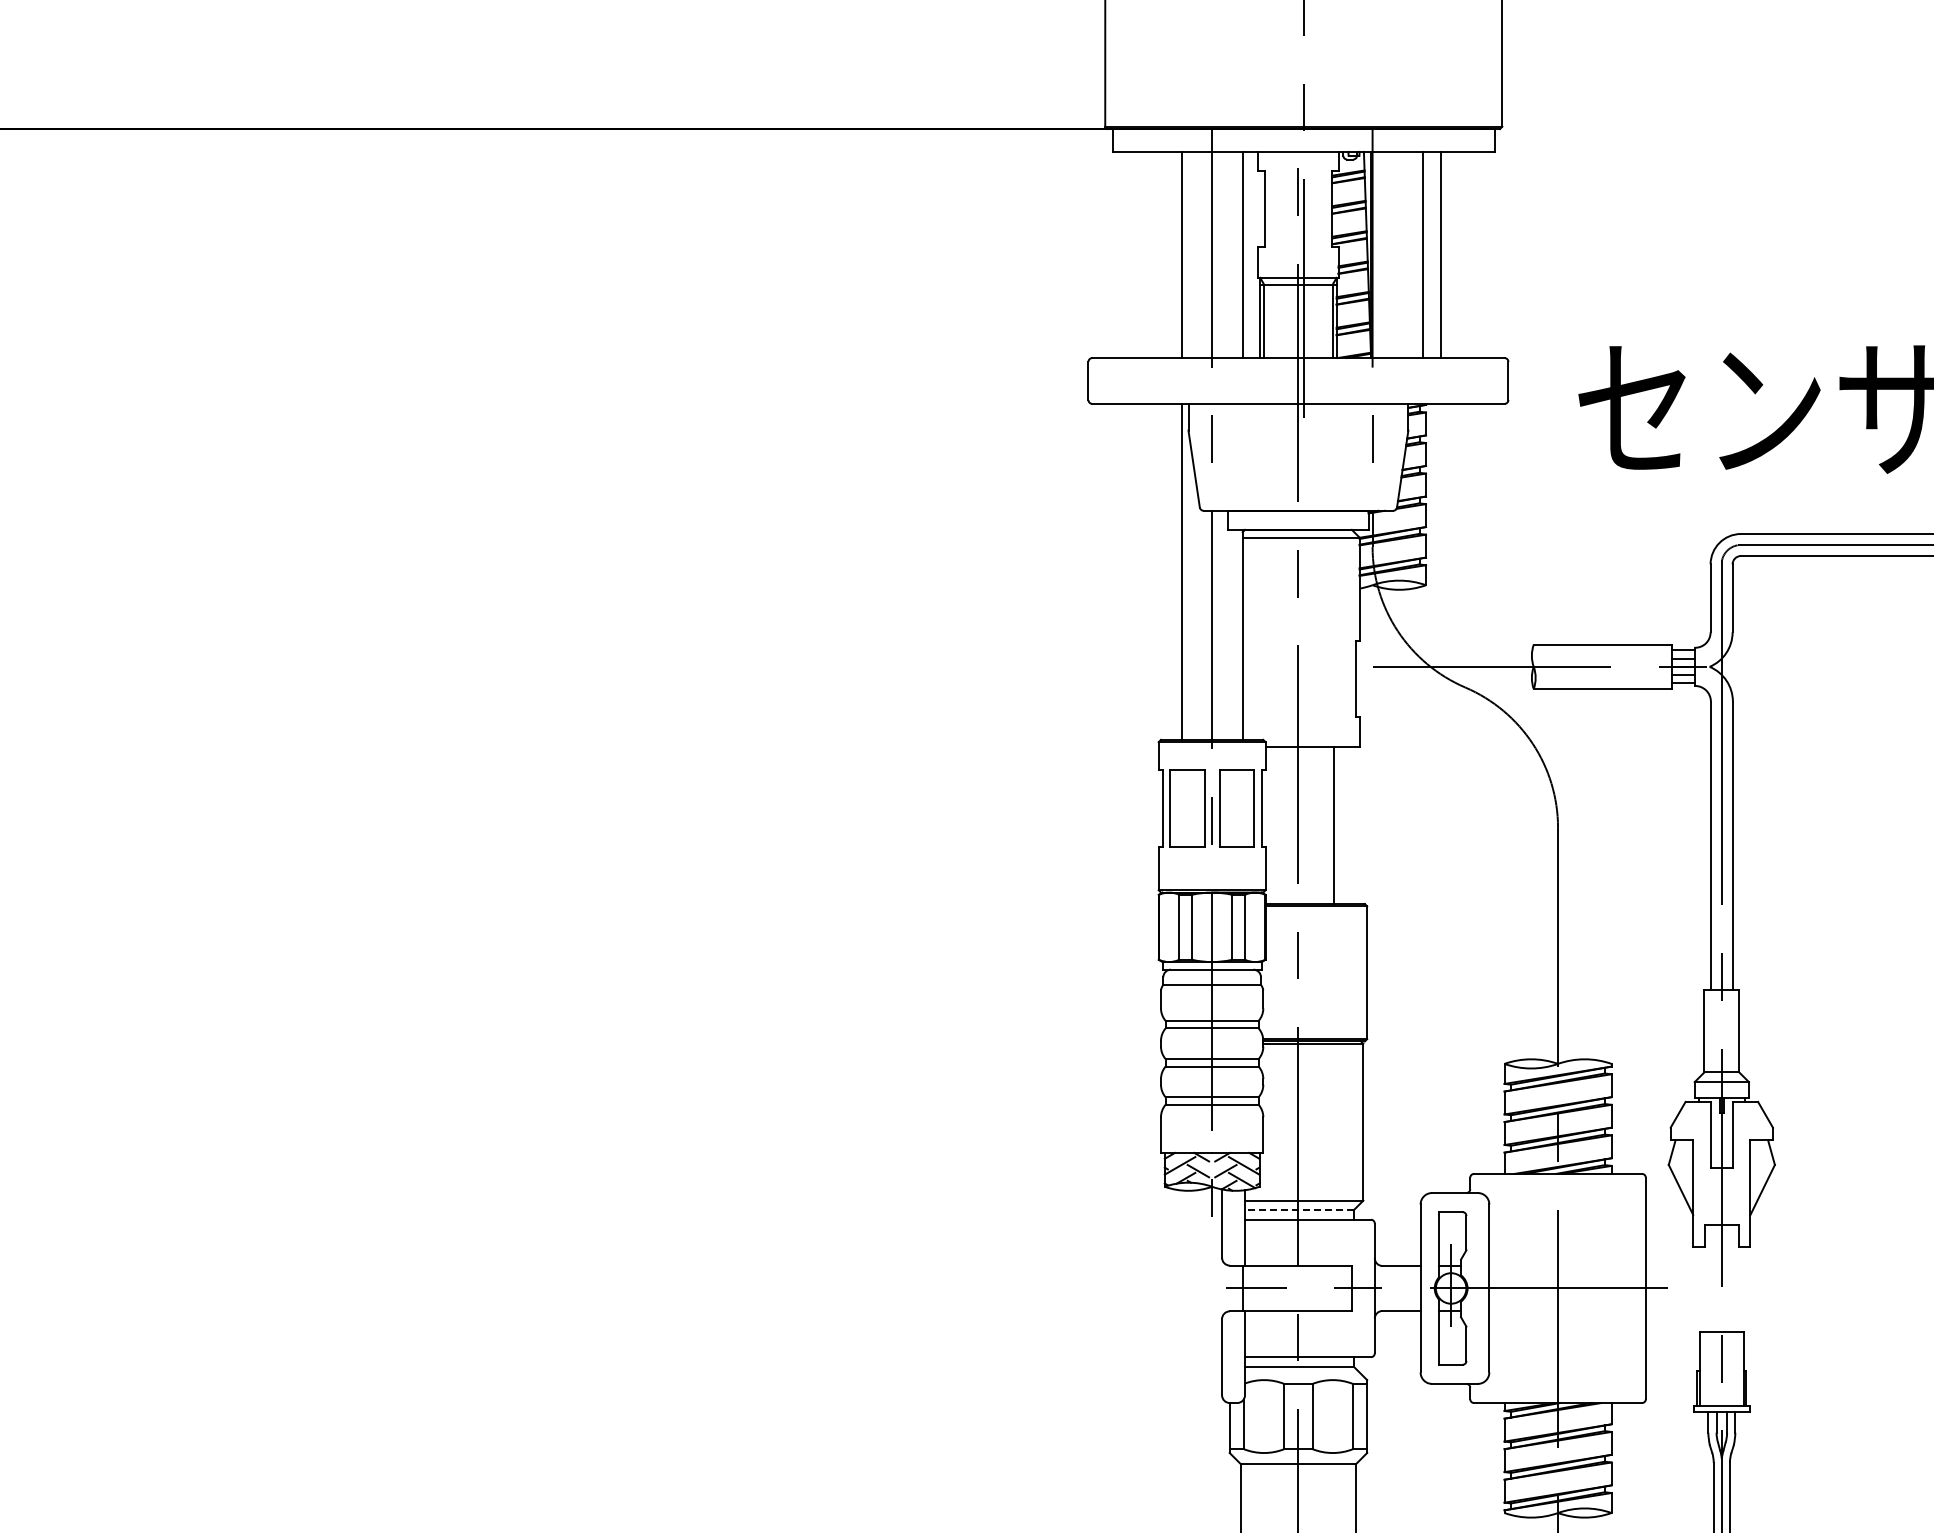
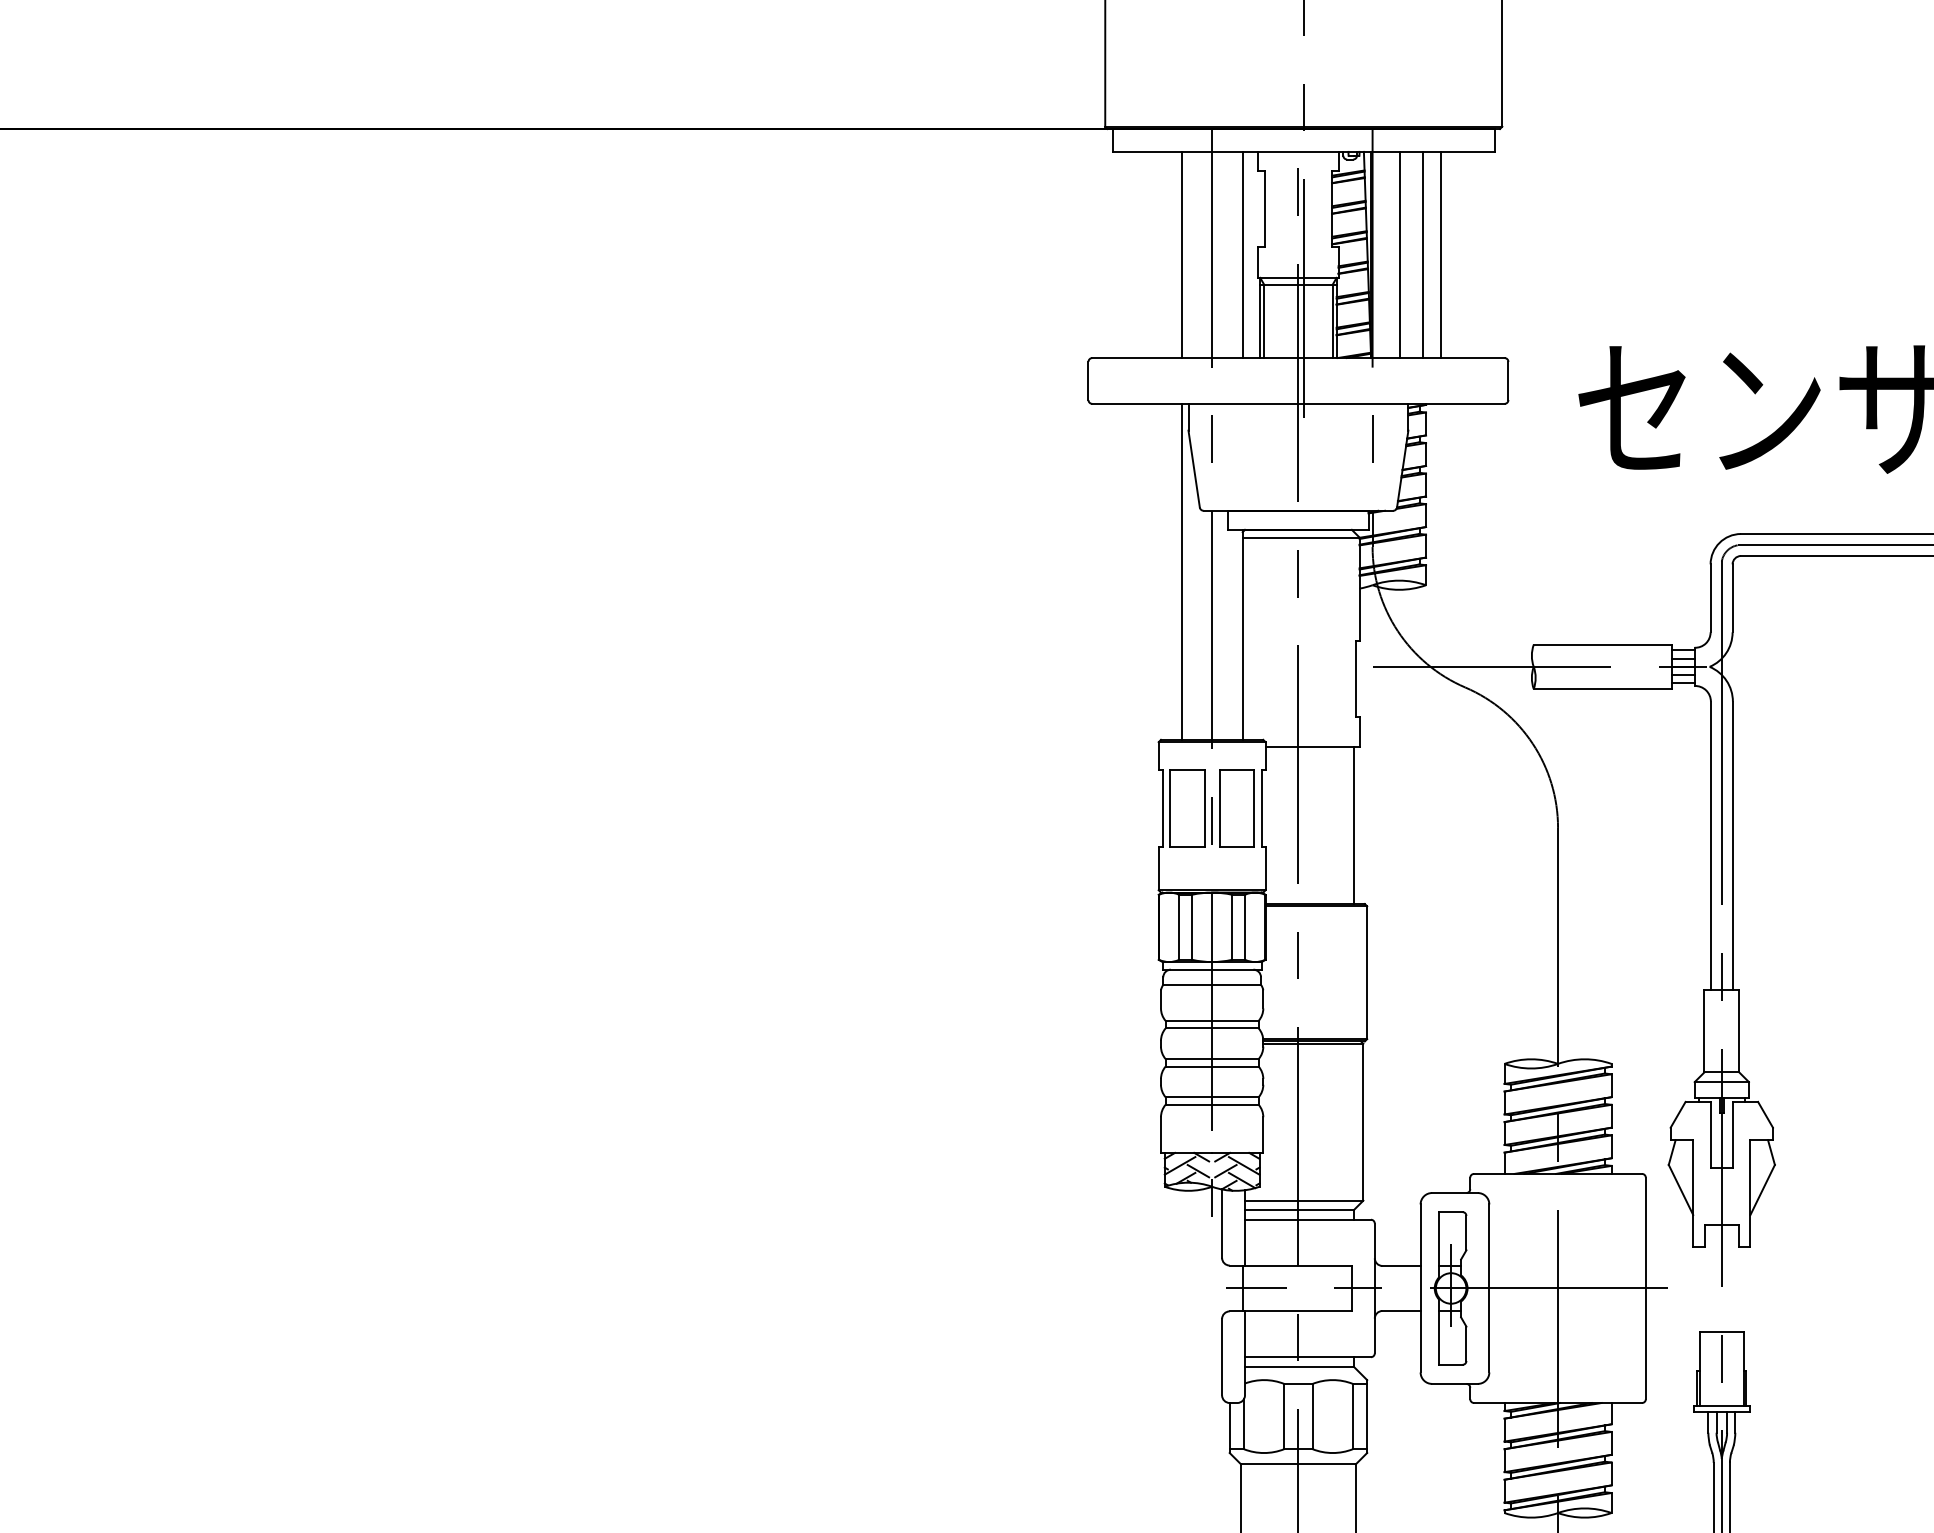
line at (1399, 254): none -> present
line at (1333, 825) position: (1333, 825) -> (1353, 825)
line at (1298, 1210): dashed -> solid
